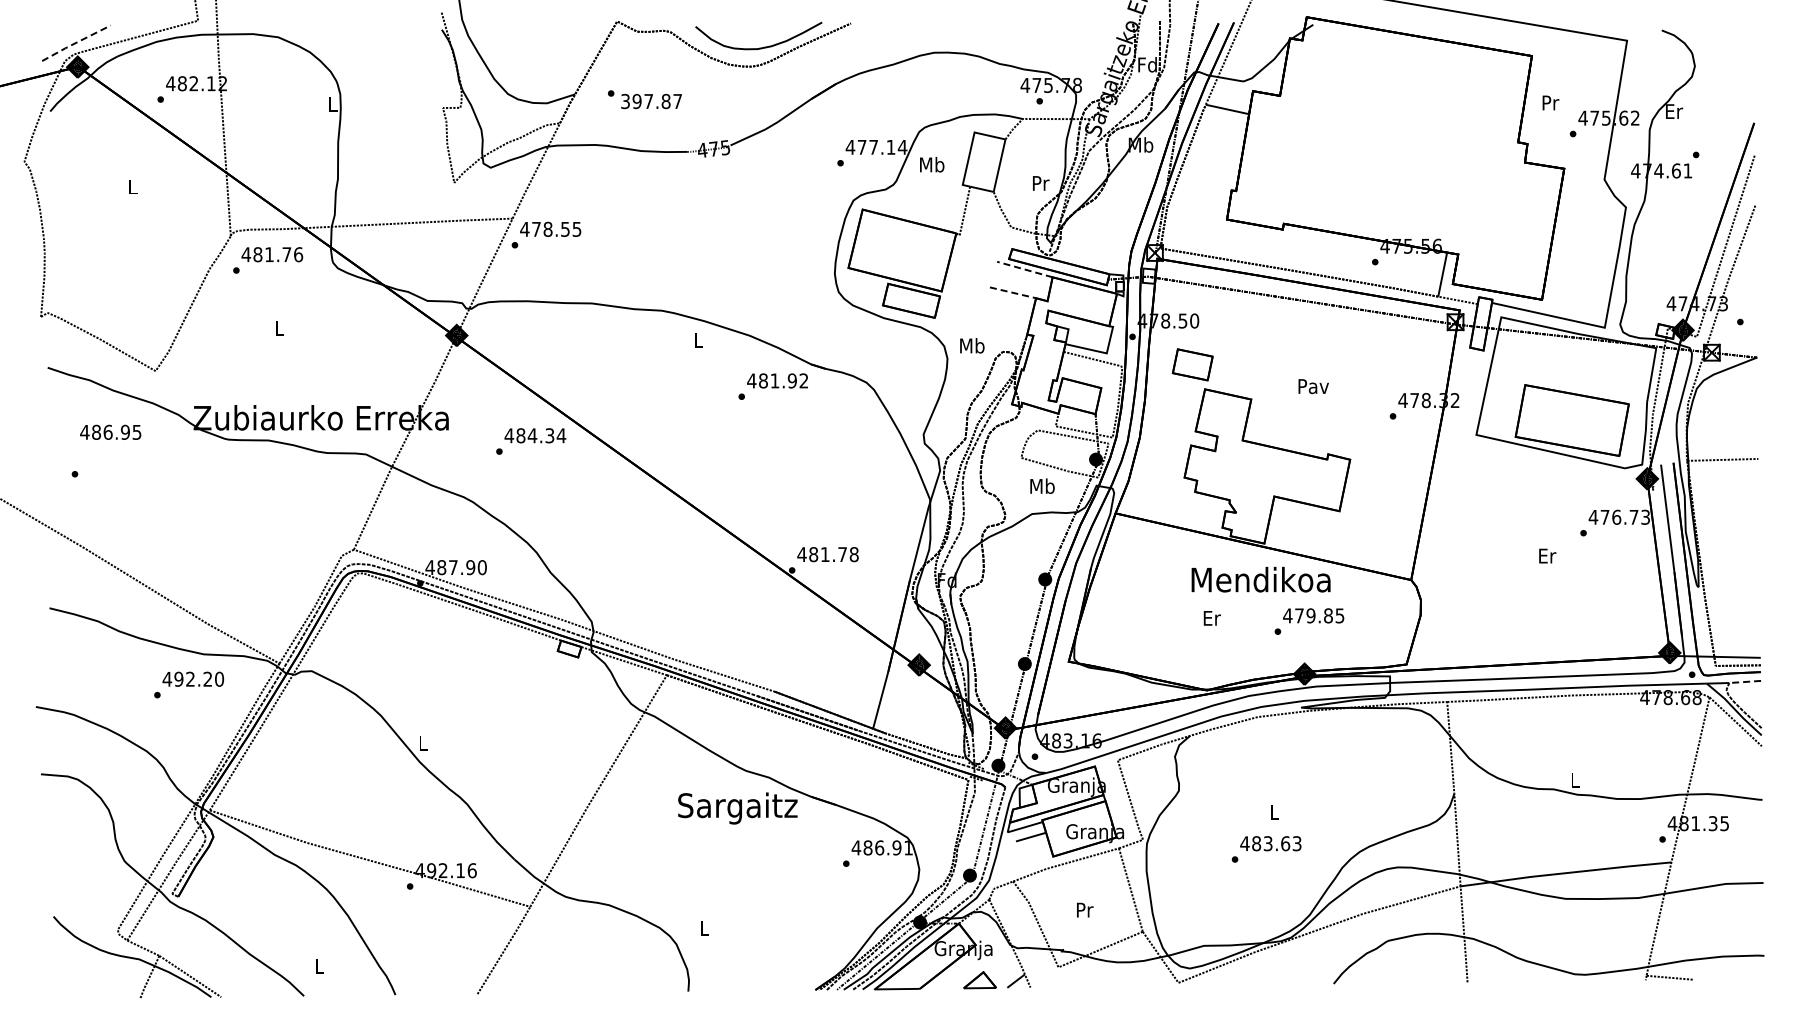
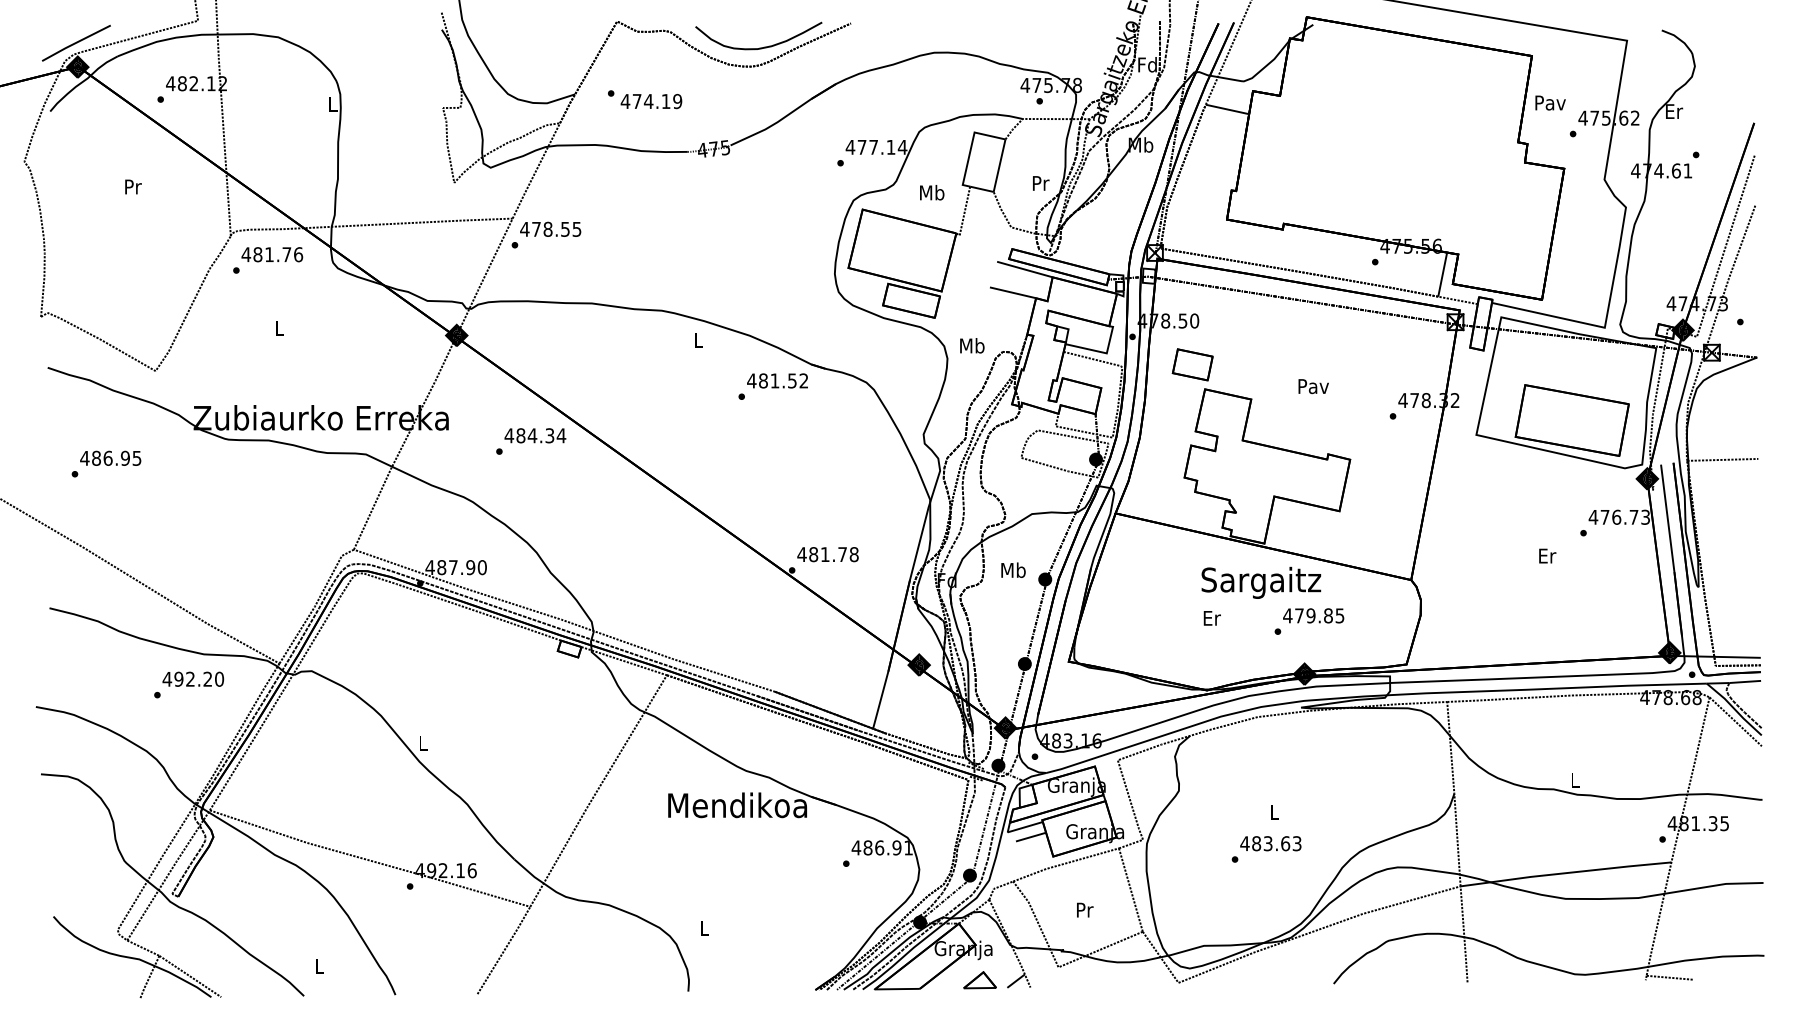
line at (76, 42): dashed -> solid
text at (651, 101): 397.87 -> 474.19
text at (1550, 102): Pr -> Pav
text at (932, 164) position: (932, 164) -> (932, 192)
text at (133, 186): L -> Pr
line at (1024, 269): dashed -> solid
line at (1013, 292): dashed -> solid
text at (791, 380): 481.92 -> 481.52
text at (110, 431) position: (110, 431) -> (110, 457)
text at (1042, 485) position: (1042, 485) -> (1013, 569)
text at (1260, 582): Mendikoa -> Sargaitz
line at (1745, 681): dashed -> solid
text at (737, 808): Sargaitz -> Mendikoa
